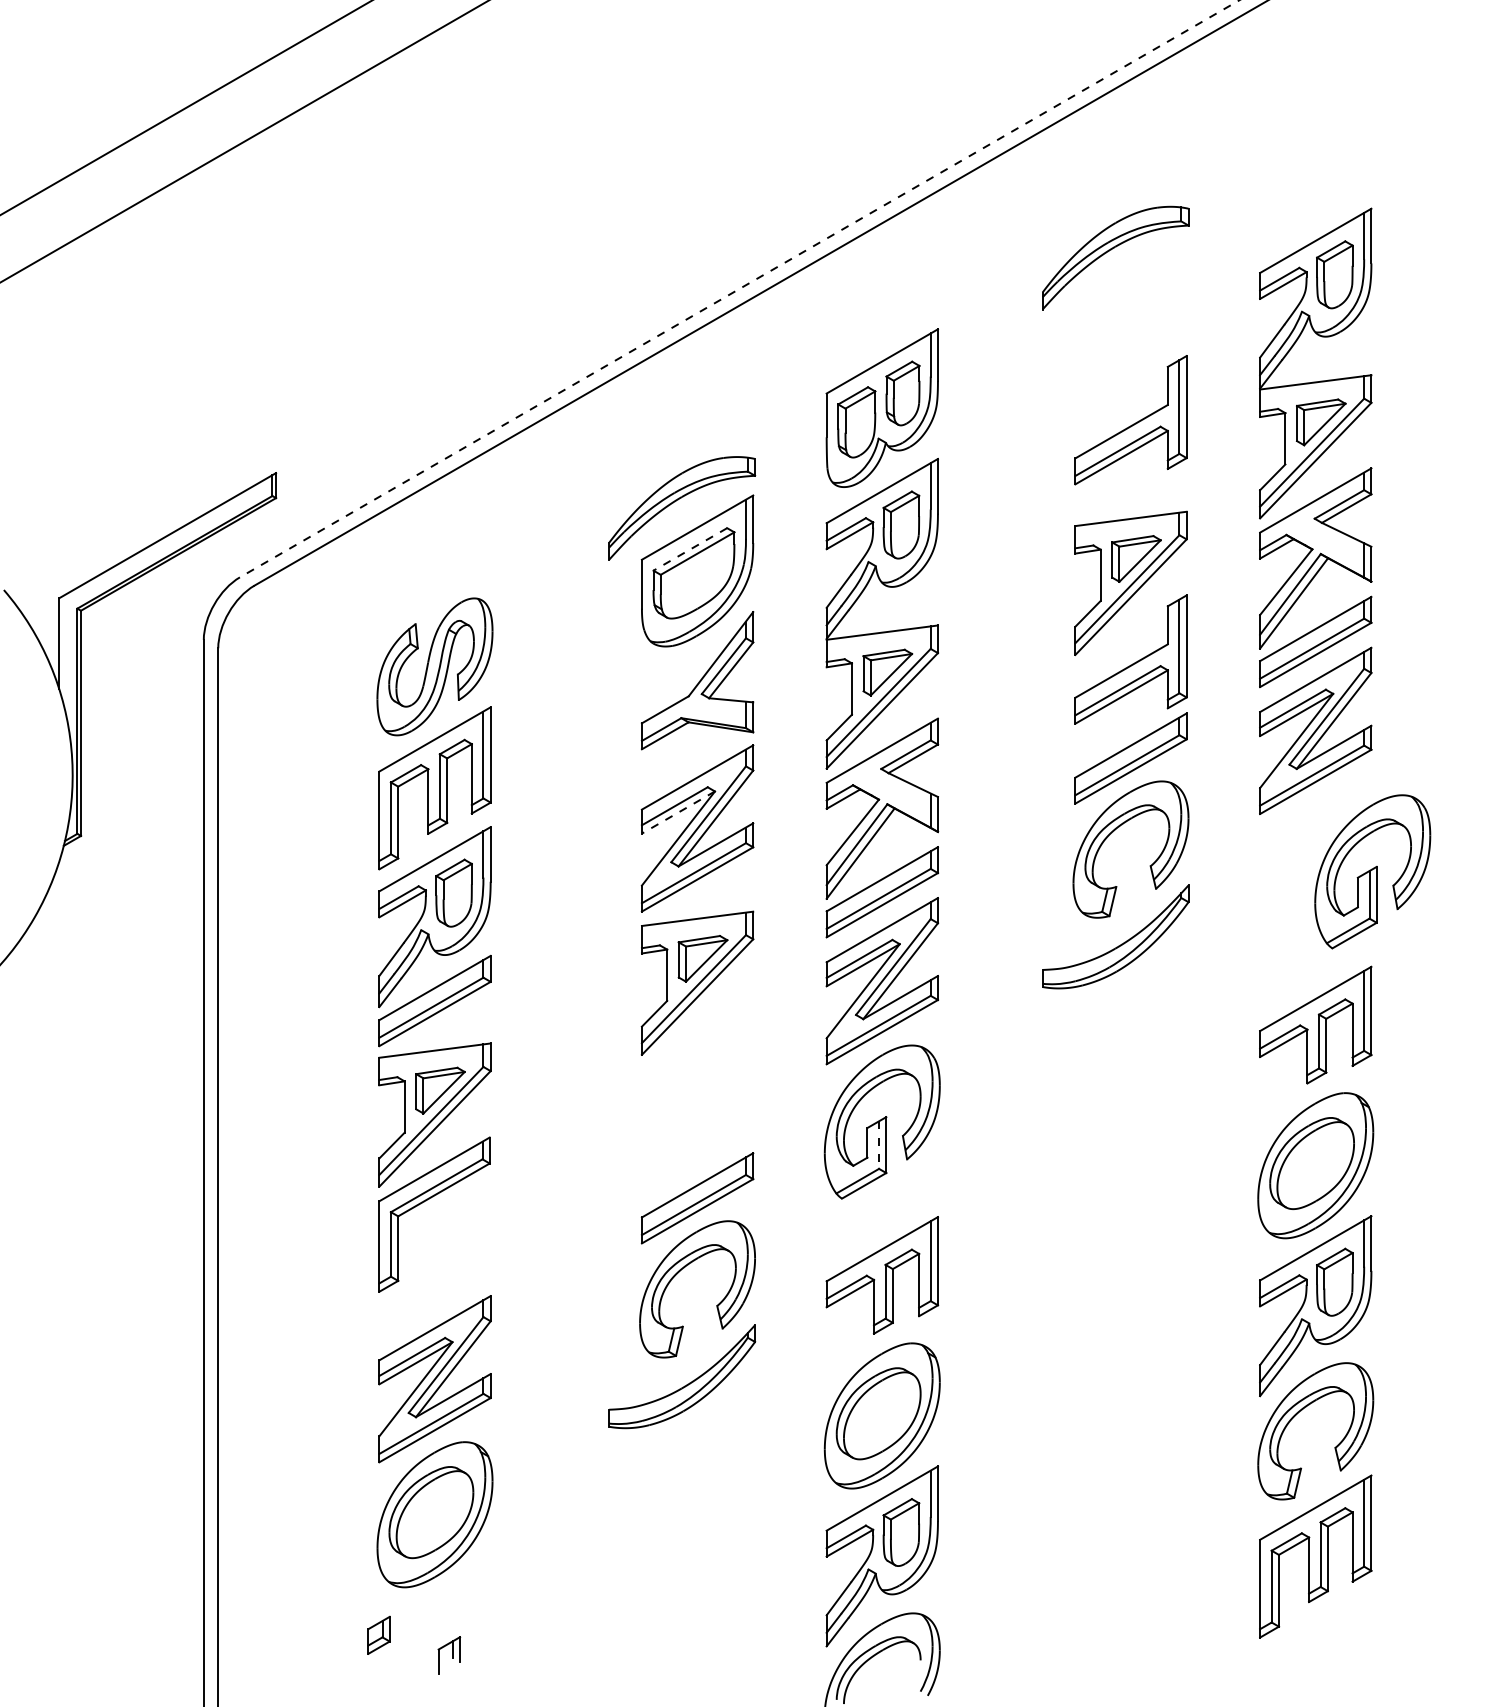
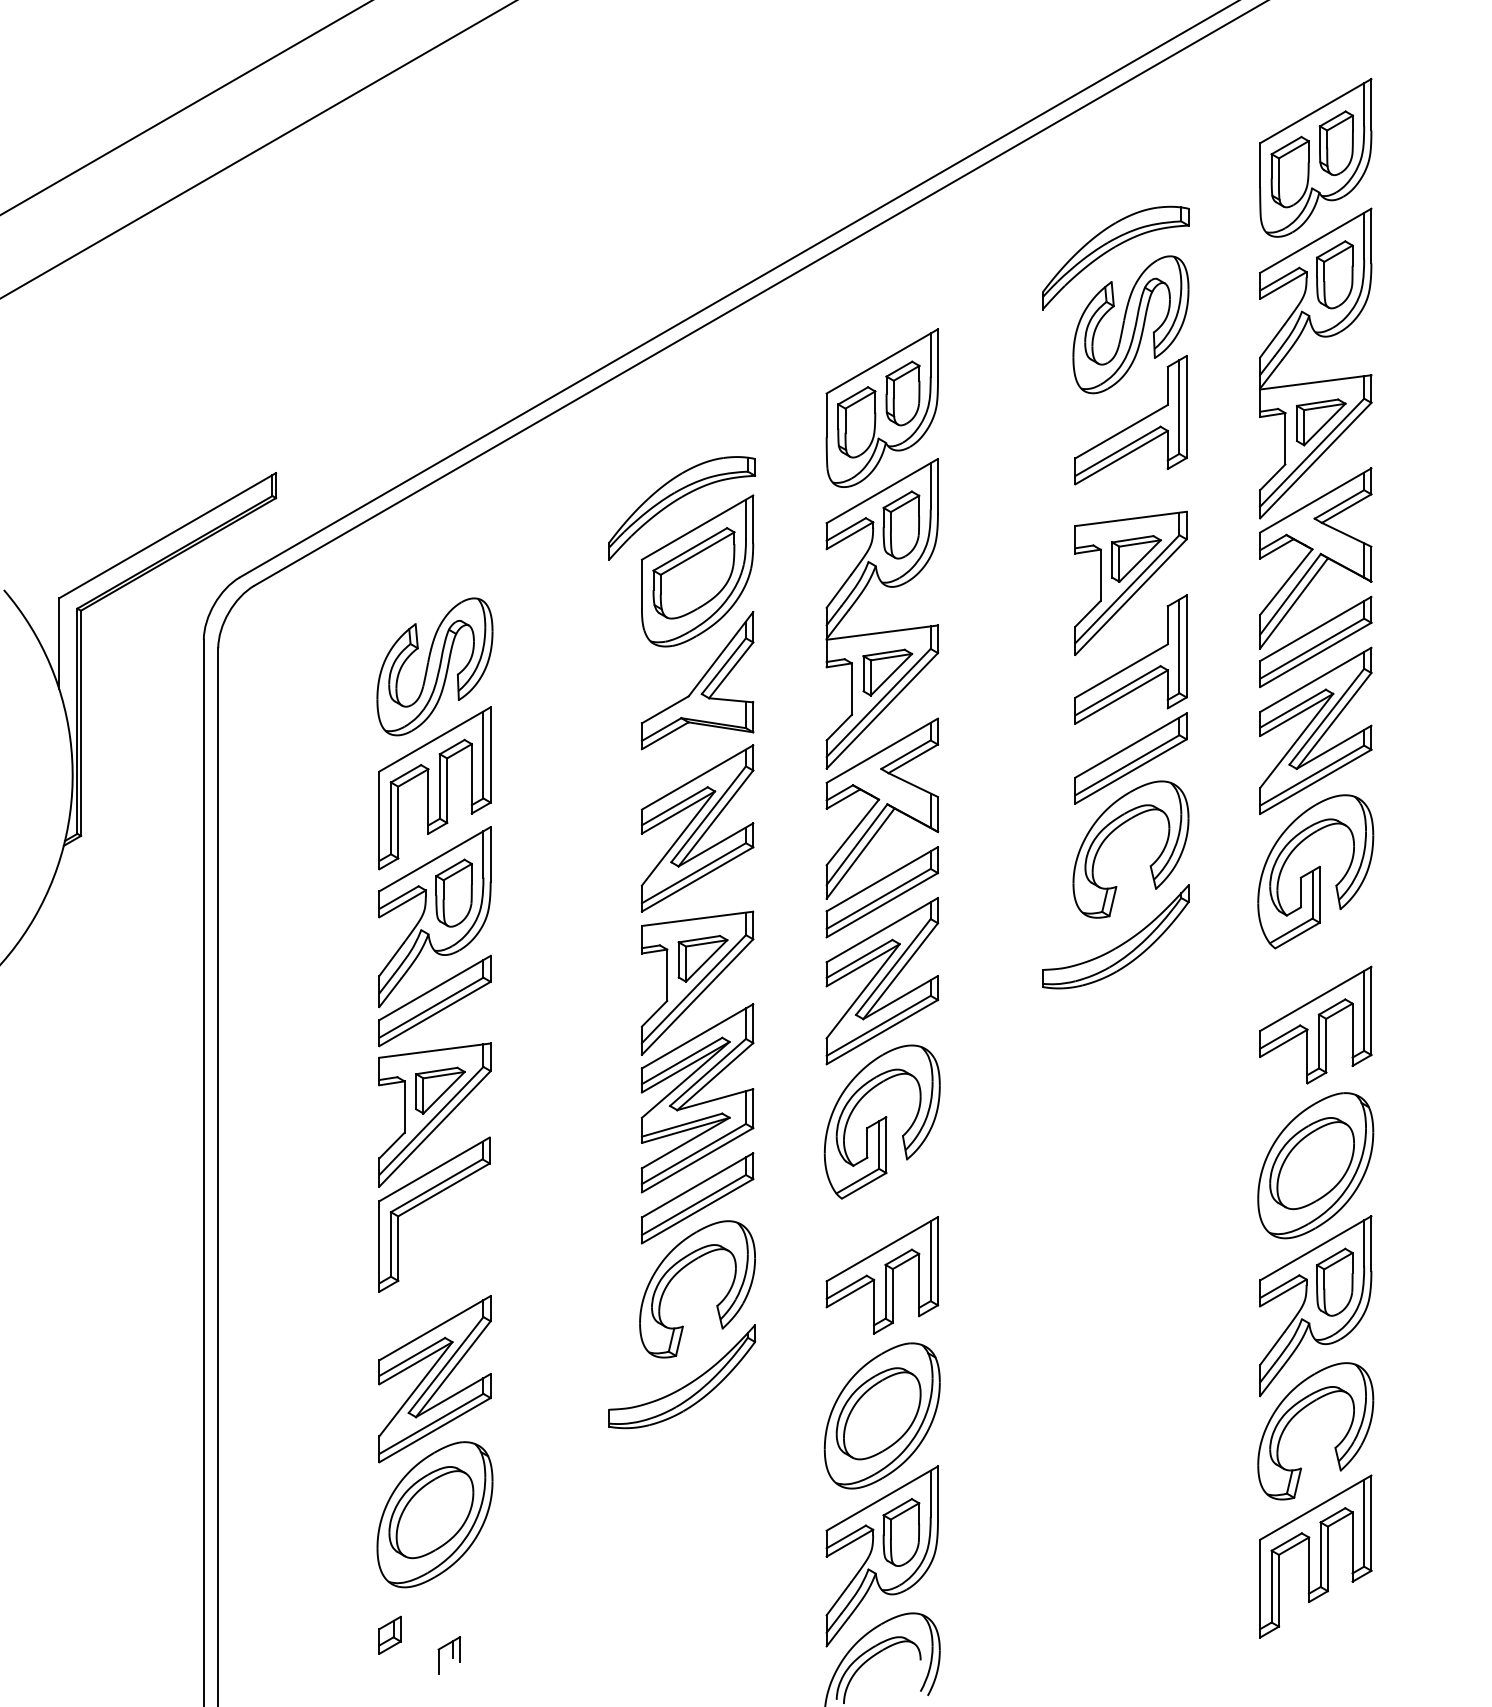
line at (244, 141) position: (244, 141) -> (257, 149)
part at (1315, 157): none -> present
line at (739, 288): dashed -> solid
part at (1130, 324): none -> present
line at (690, 549): dashed -> solid
line at (678, 812): dashed -> solid
part at (1372, 871) position: (1372, 871) -> (1315, 871)
part at (697, 1098): none -> present
line at (879, 1145): dashed -> solid
part at (378, 1634) position: (378, 1634) -> (389, 1634)
